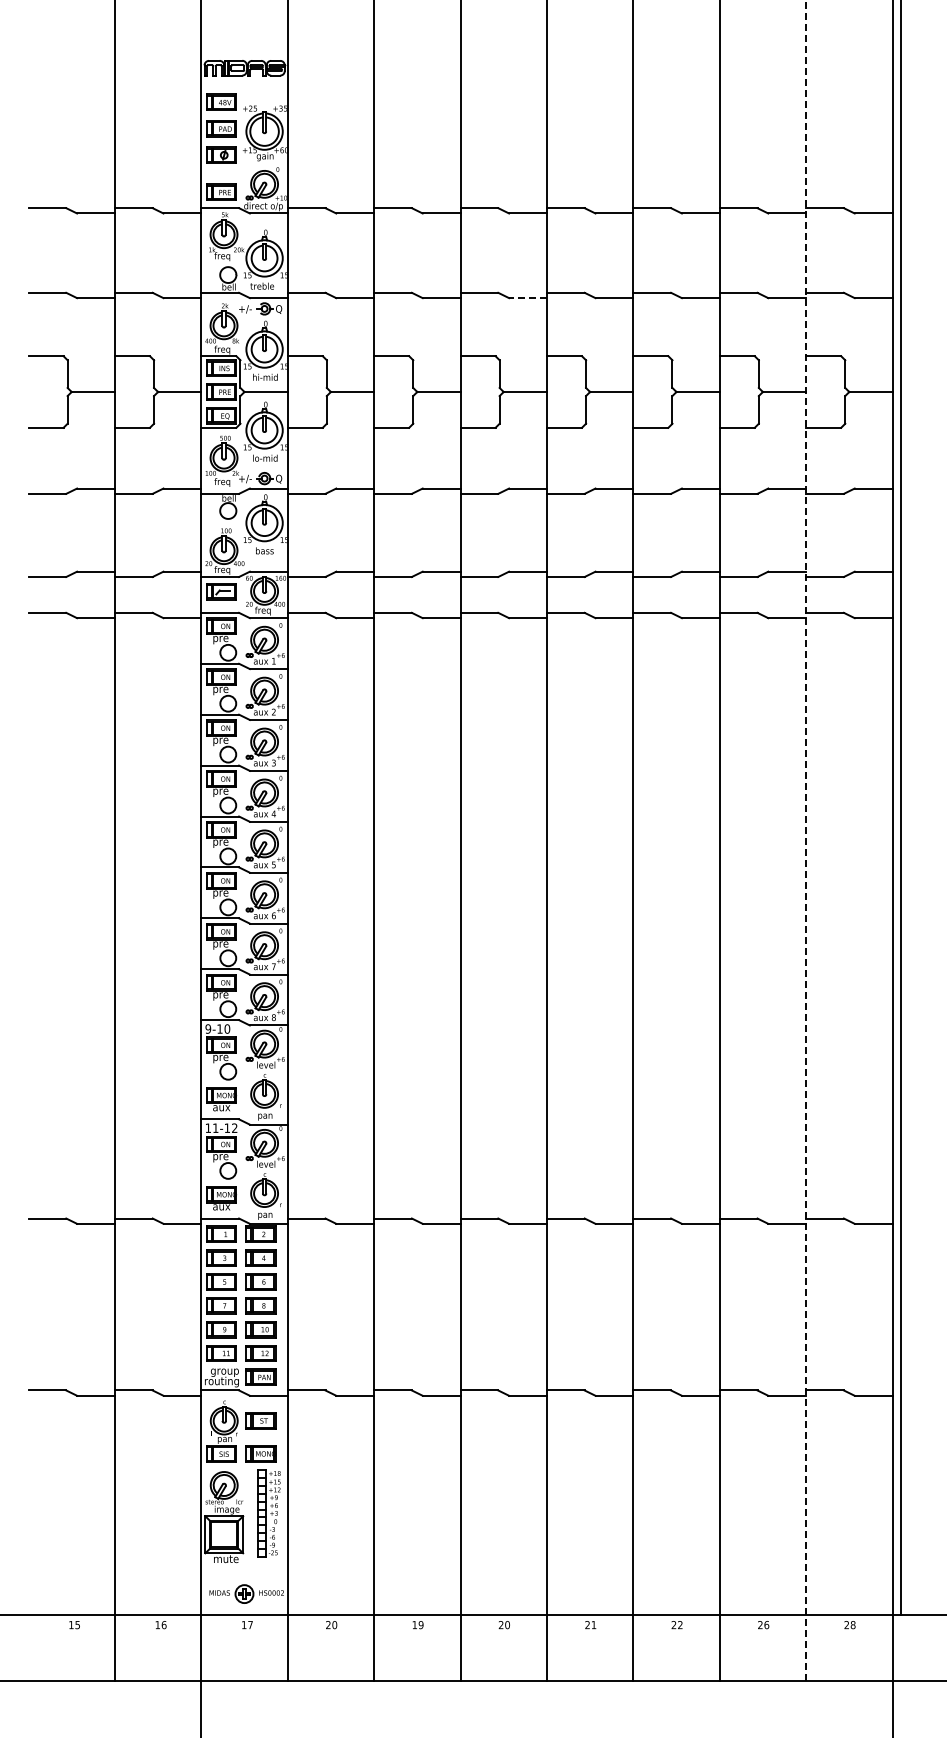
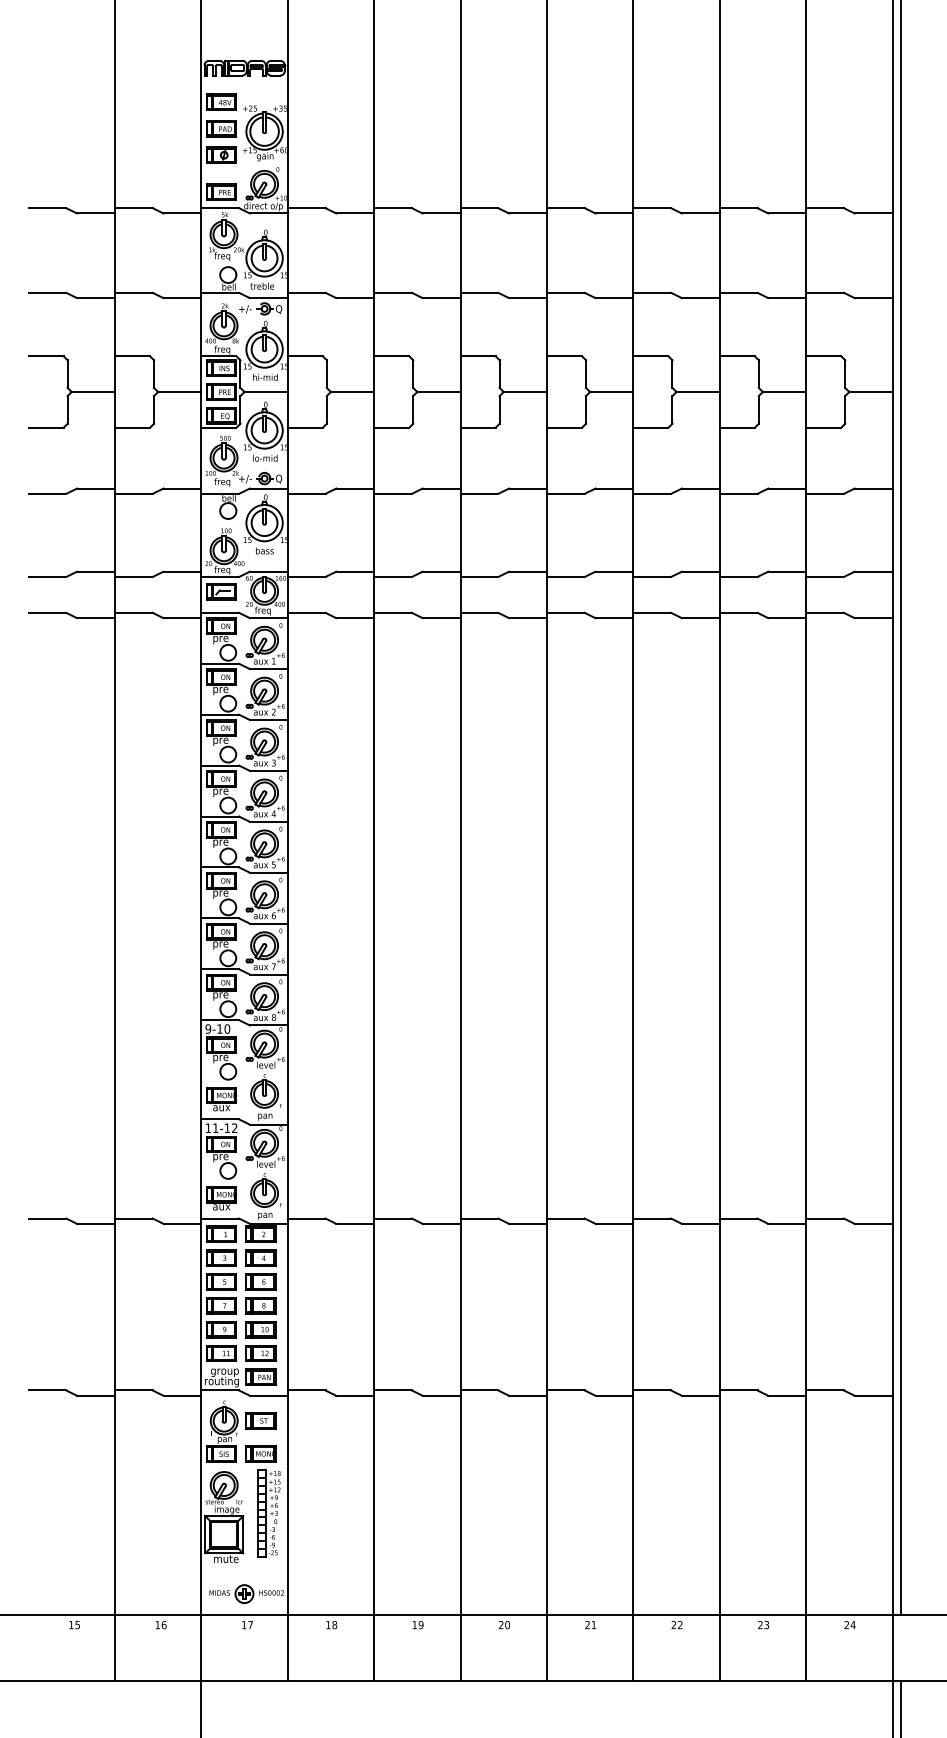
line at (528, 298): dashed -> solid
line at (806, 841): dashed -> solid
text at (331, 1624): 20 -> 18
text at (766, 1625): 26 -> 23
text at (852, 1625): 28 -> 24
line at (900, 1707): none -> present
